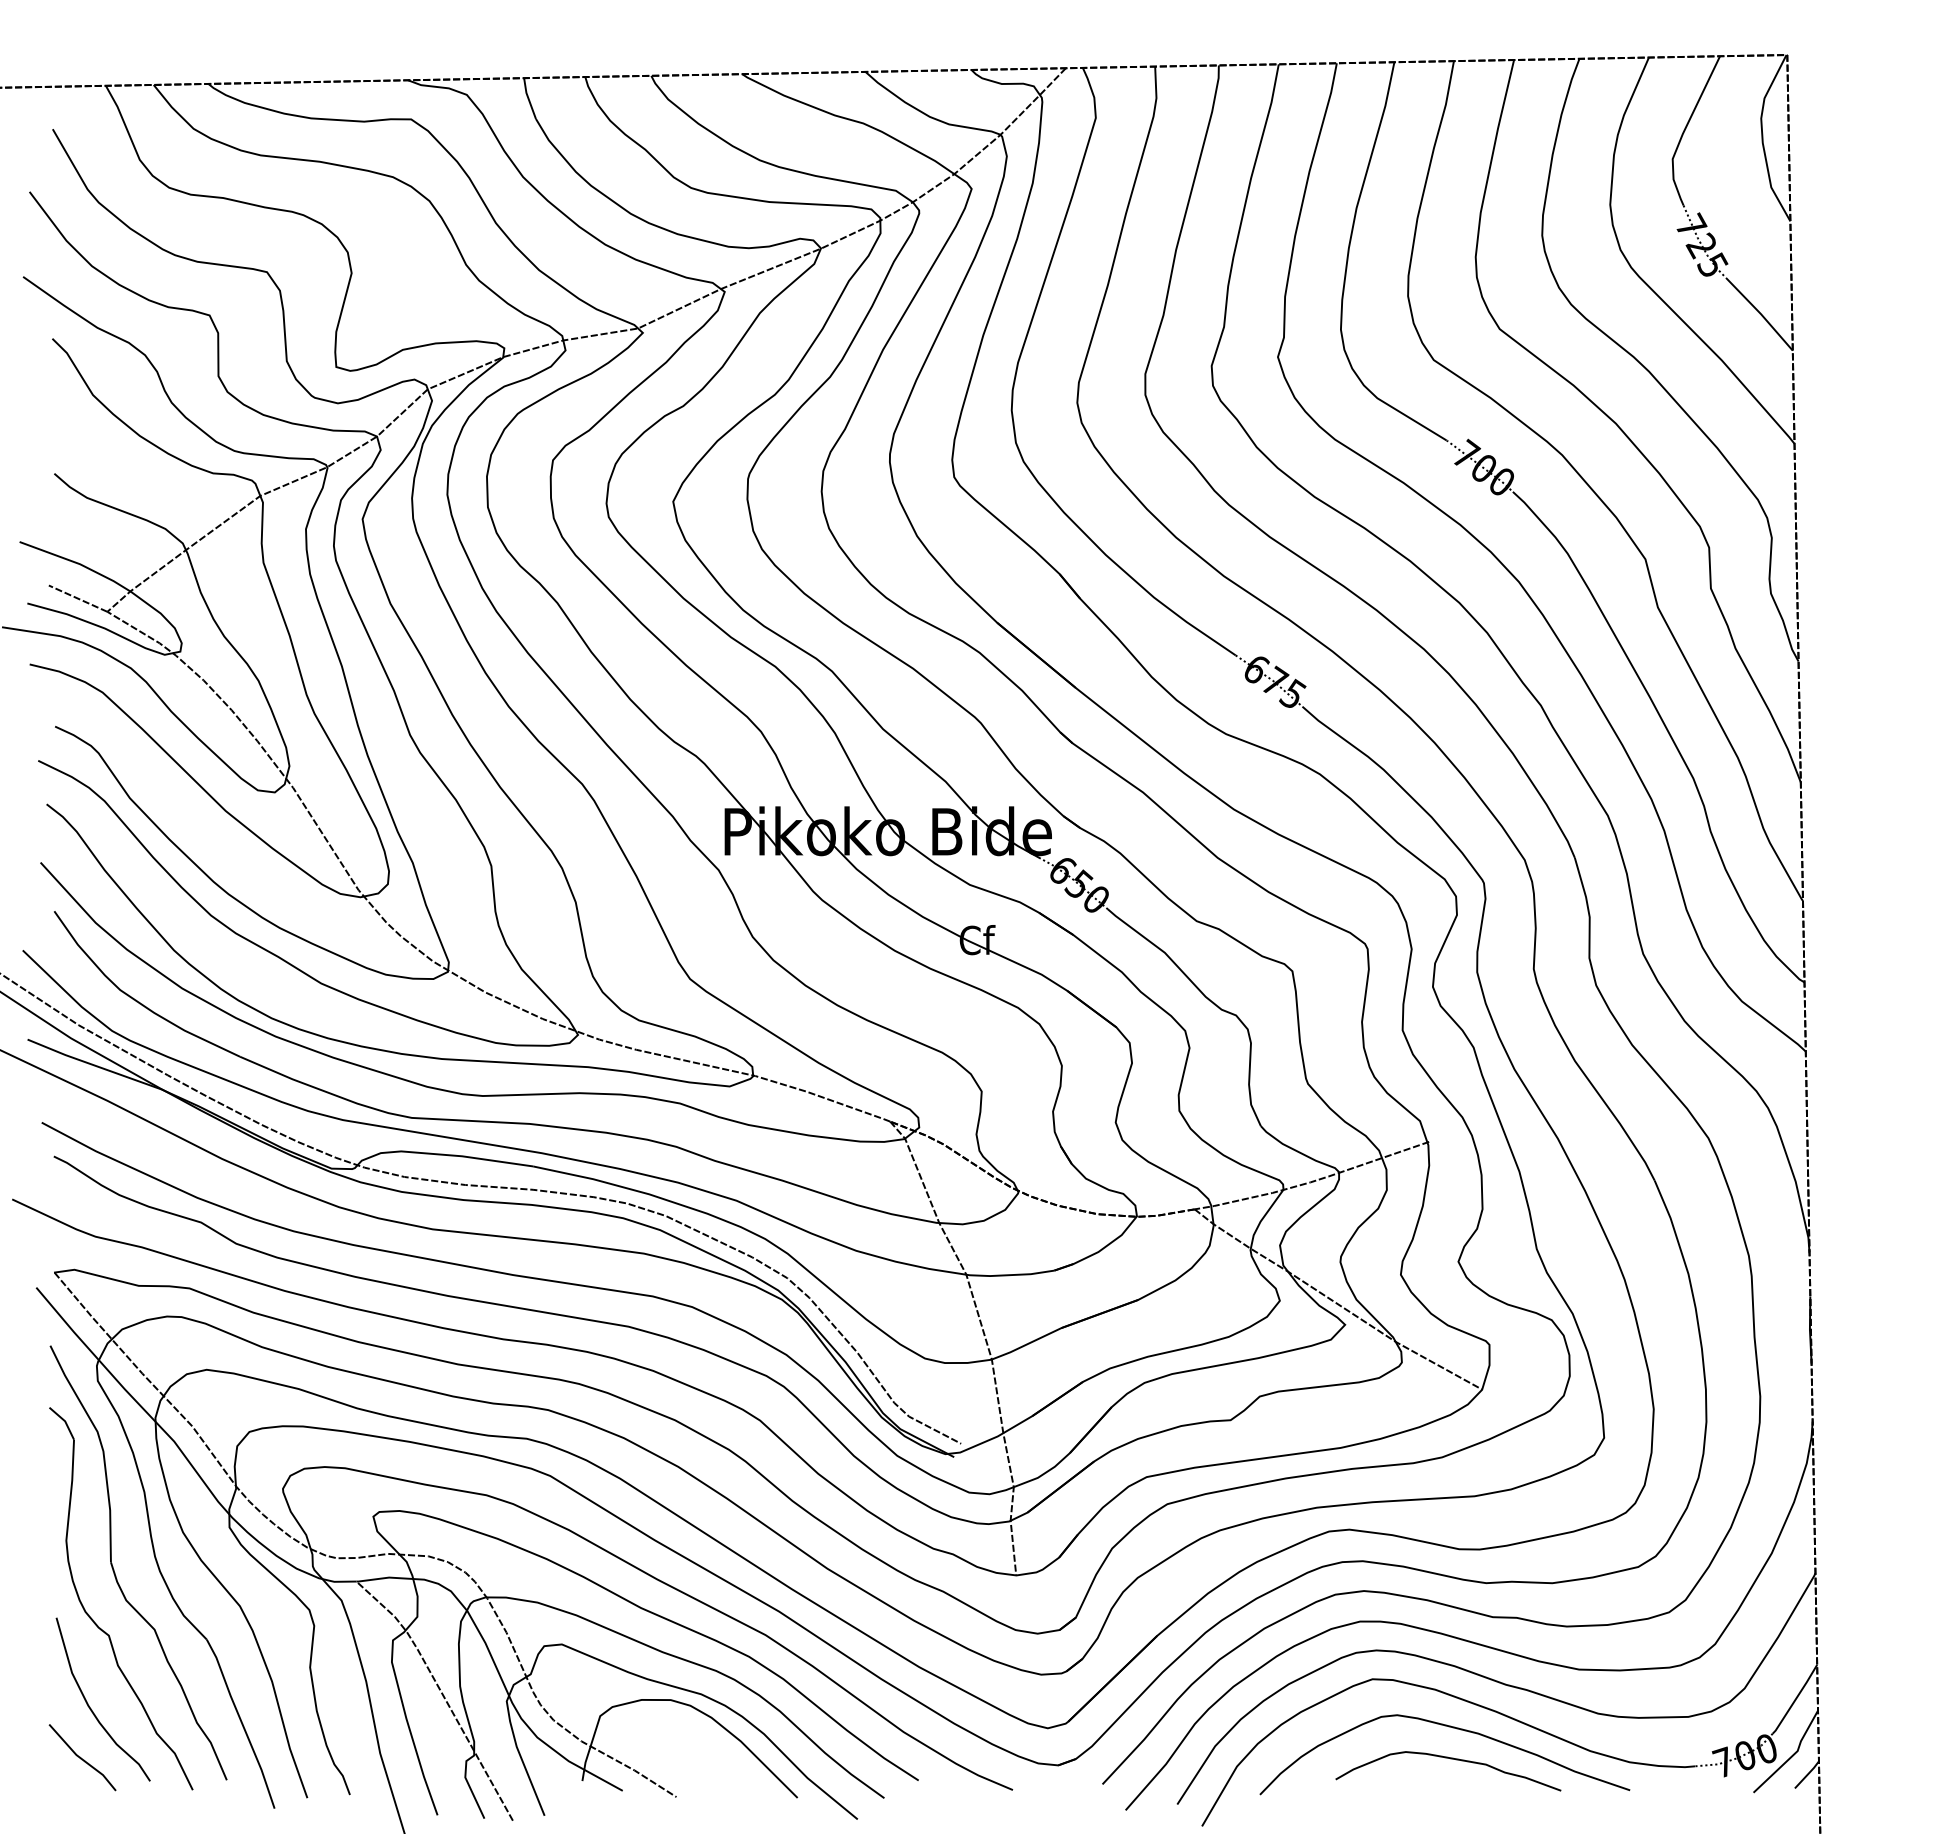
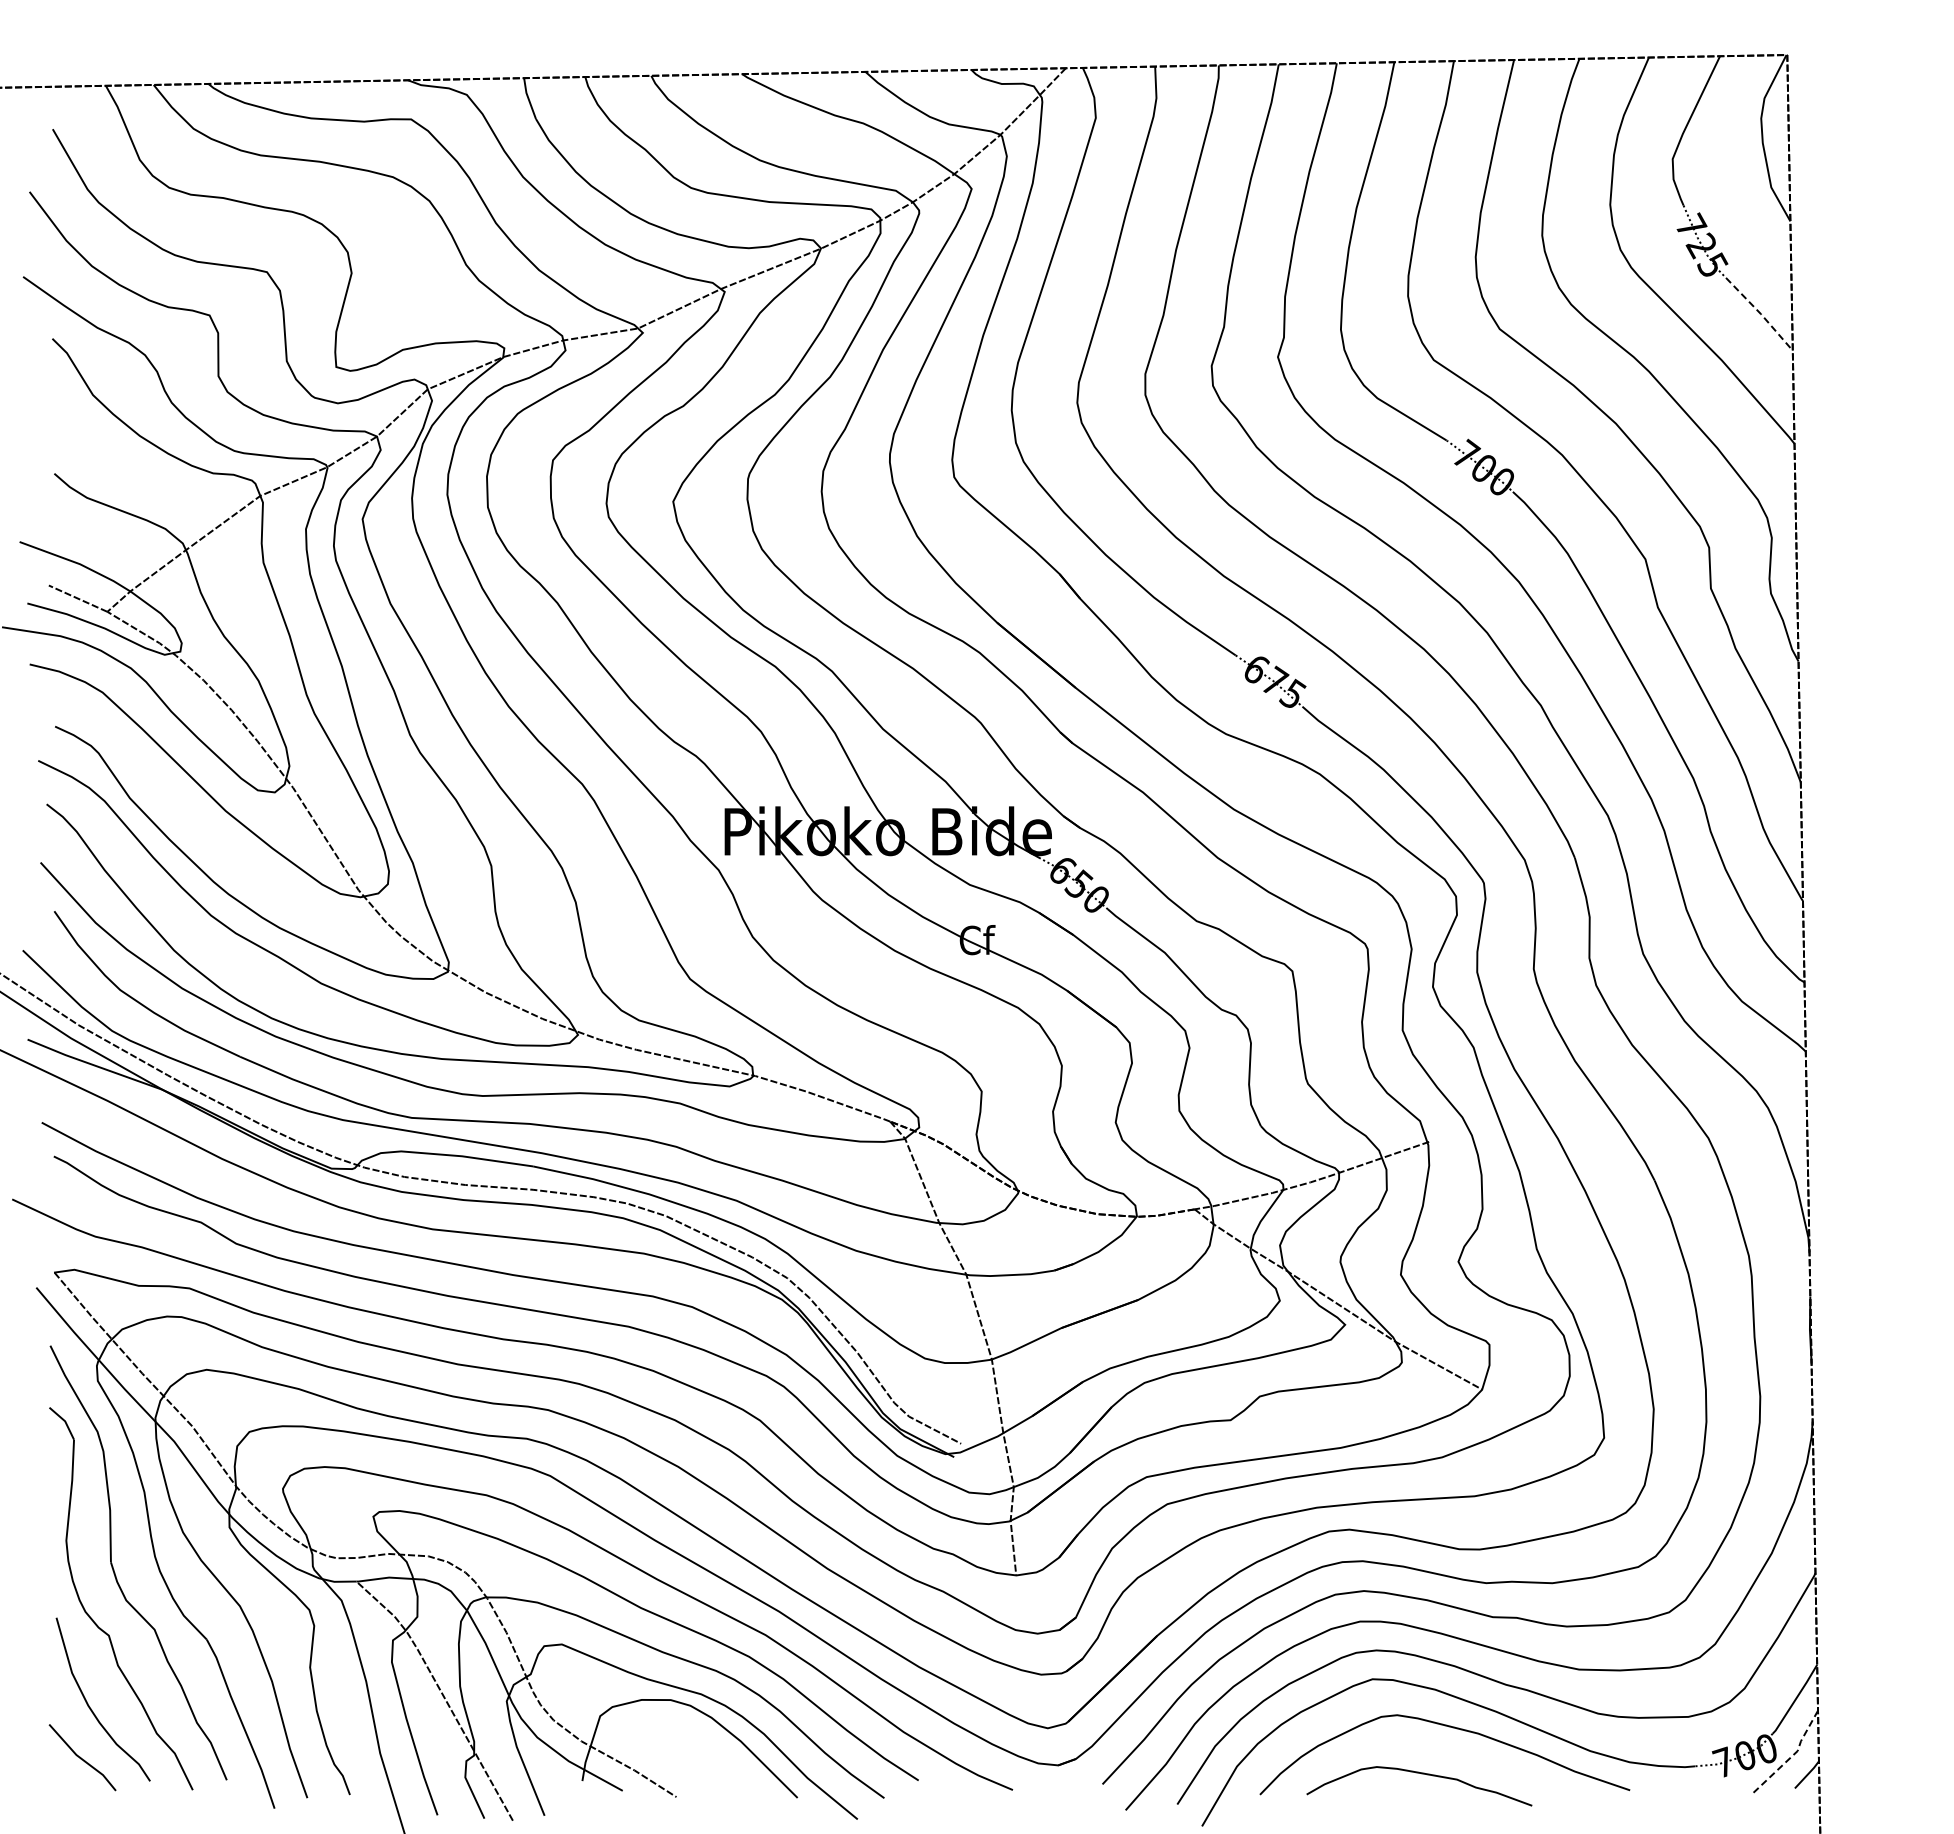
line at (1761, 314): solid -> dashed
line at (1793, 1755): solid -> dashed
curve at (1450, 1759) position: (1450, 1759) -> (1421, 1774)
